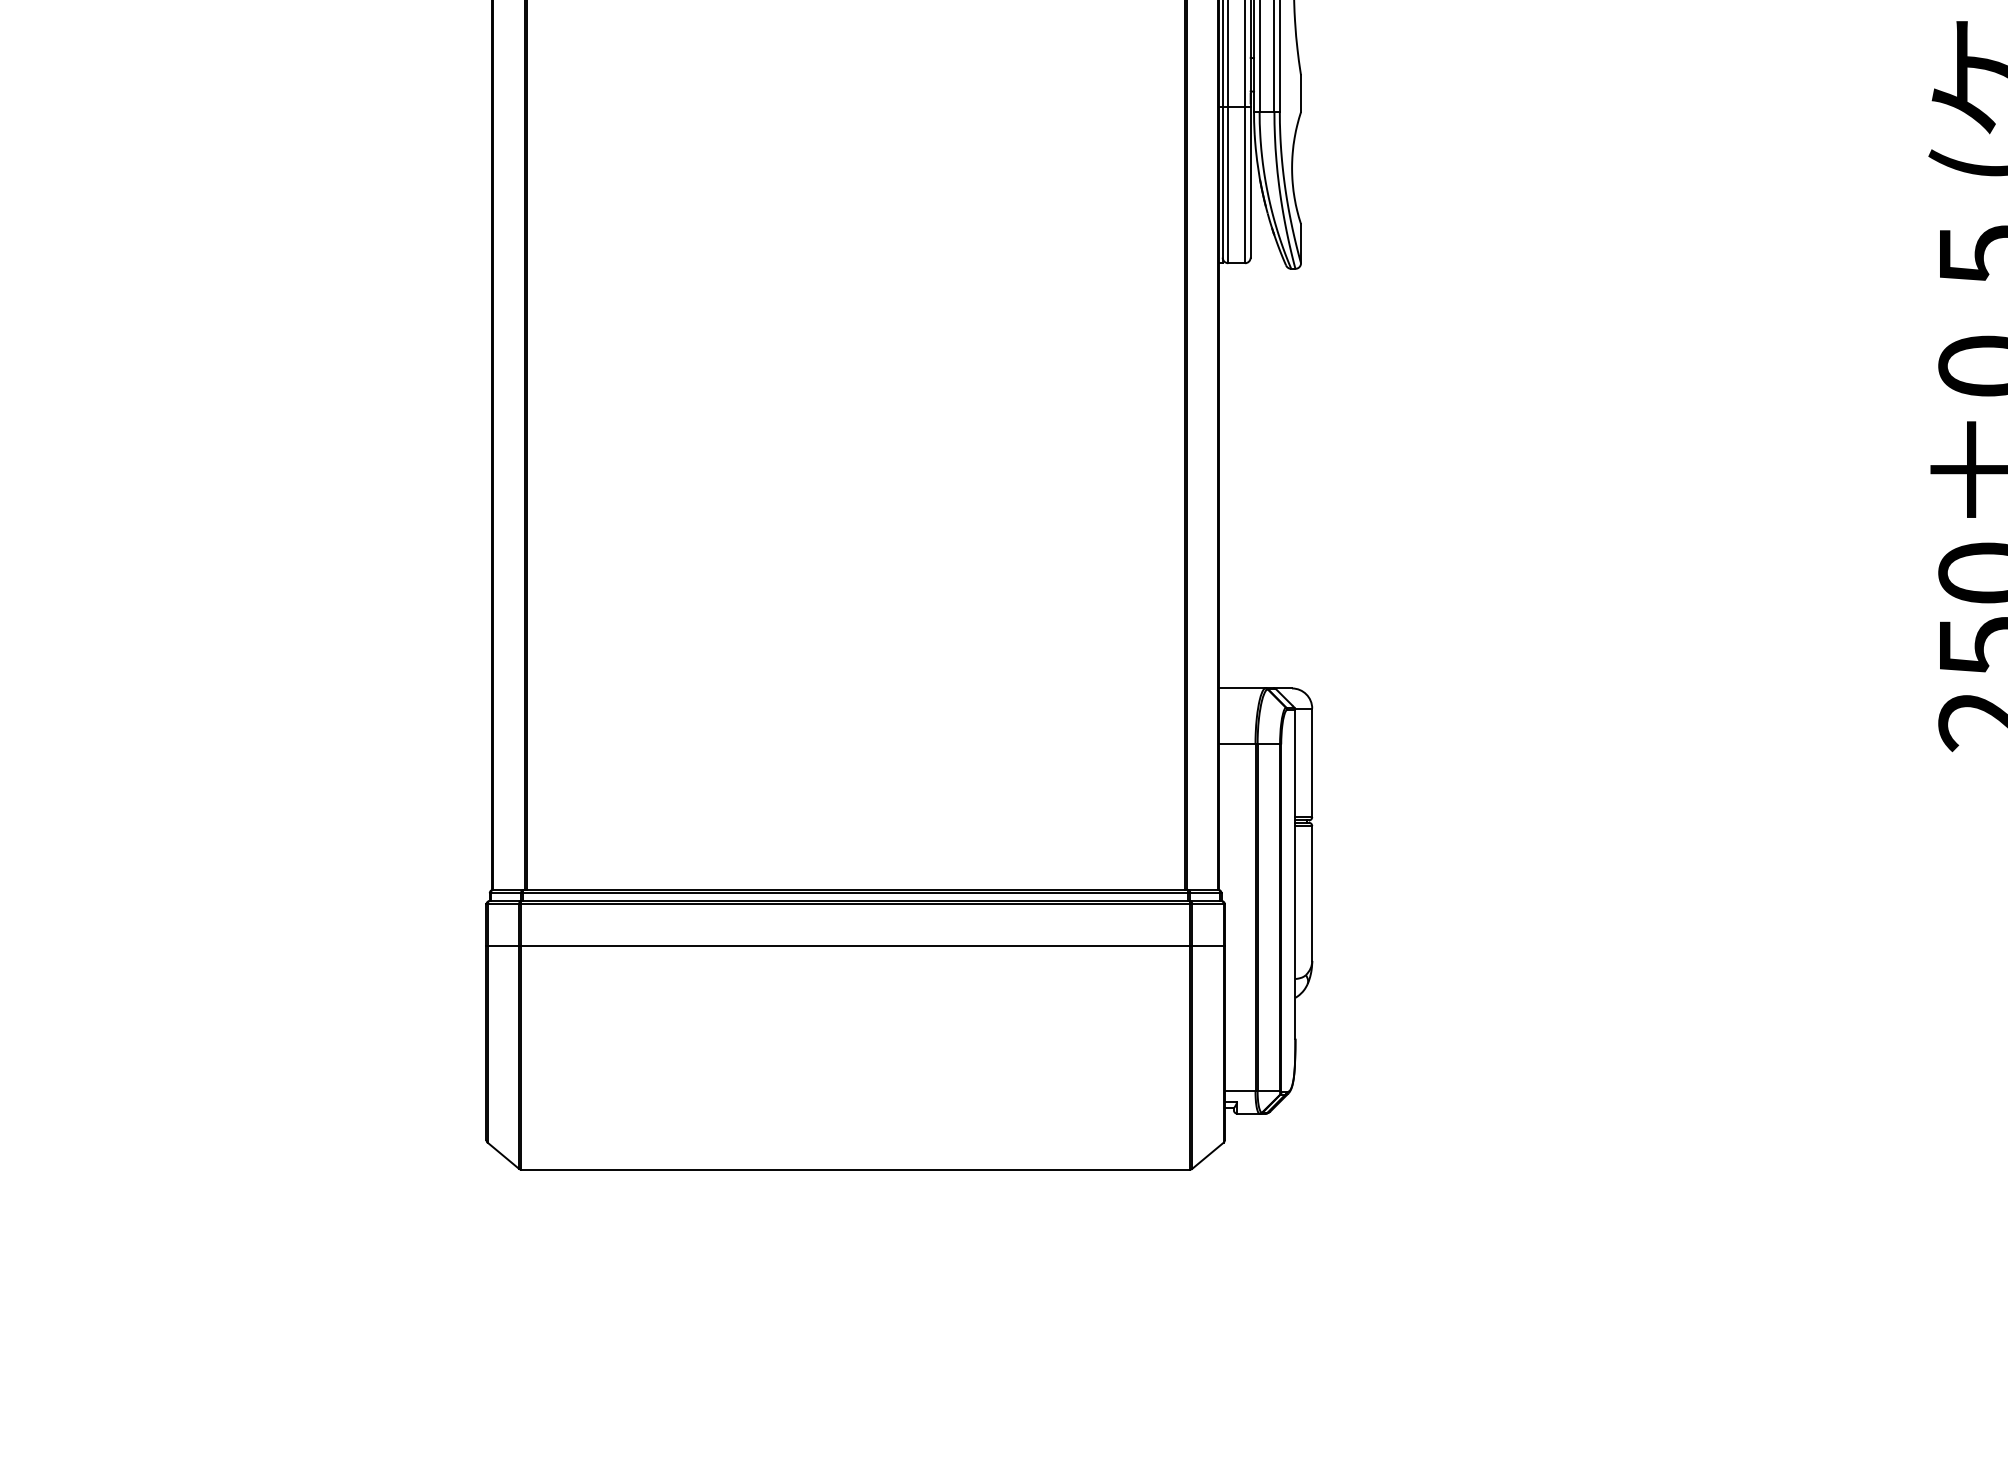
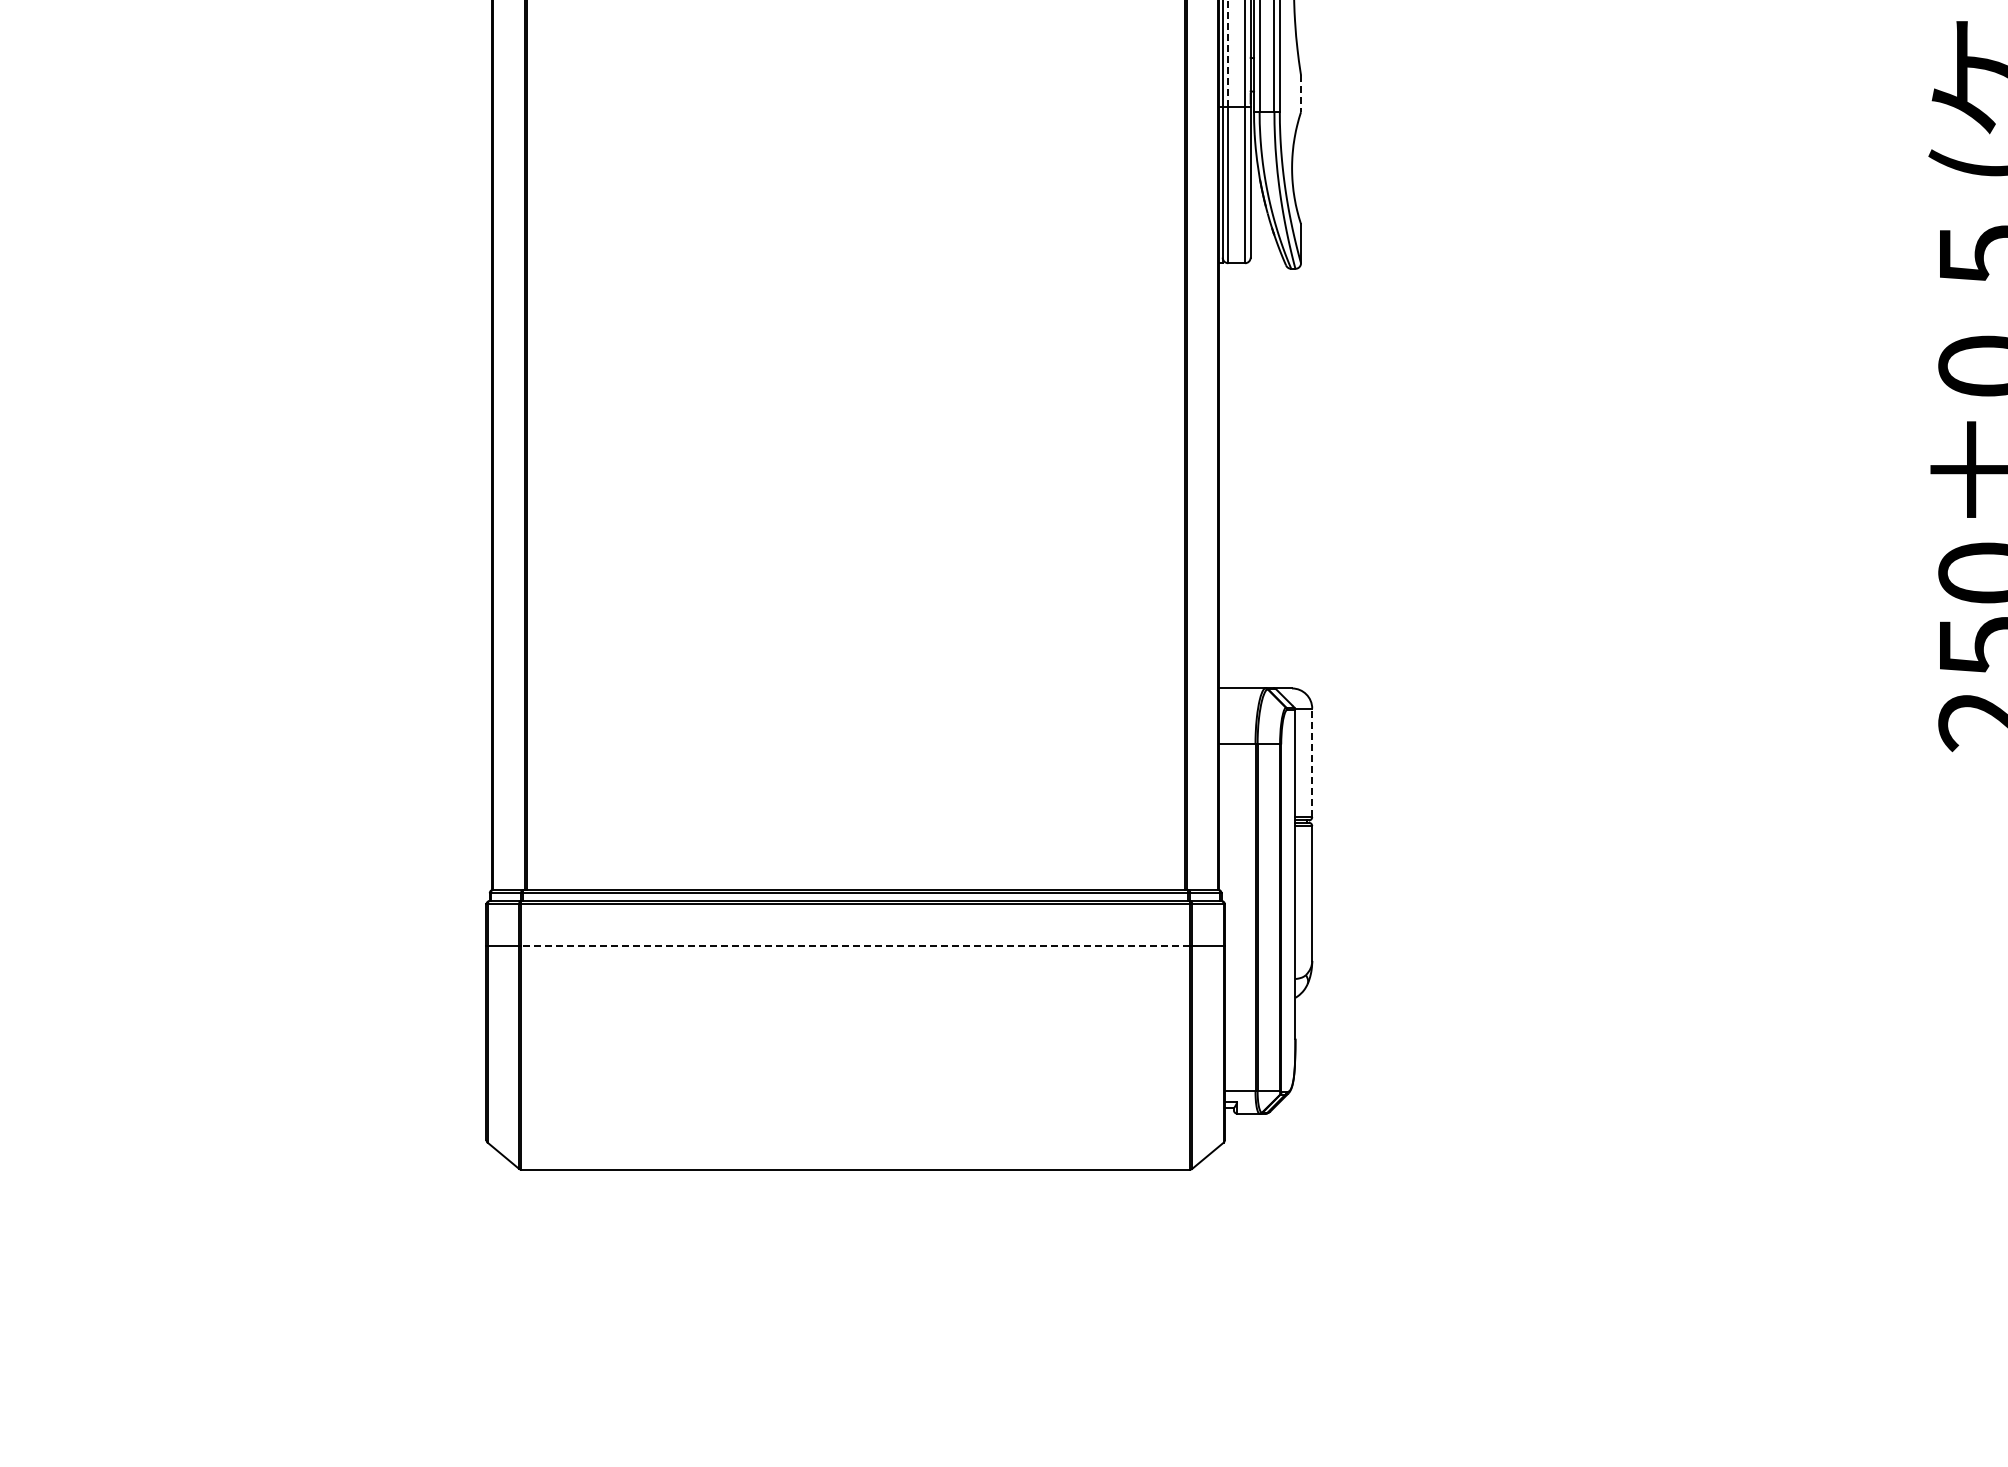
line at (1228, 53): solid -> dashed
line at (1301, 94): solid -> dashed
line at (1312, 762): solid -> dashed
line at (855, 945): solid -> dashed
